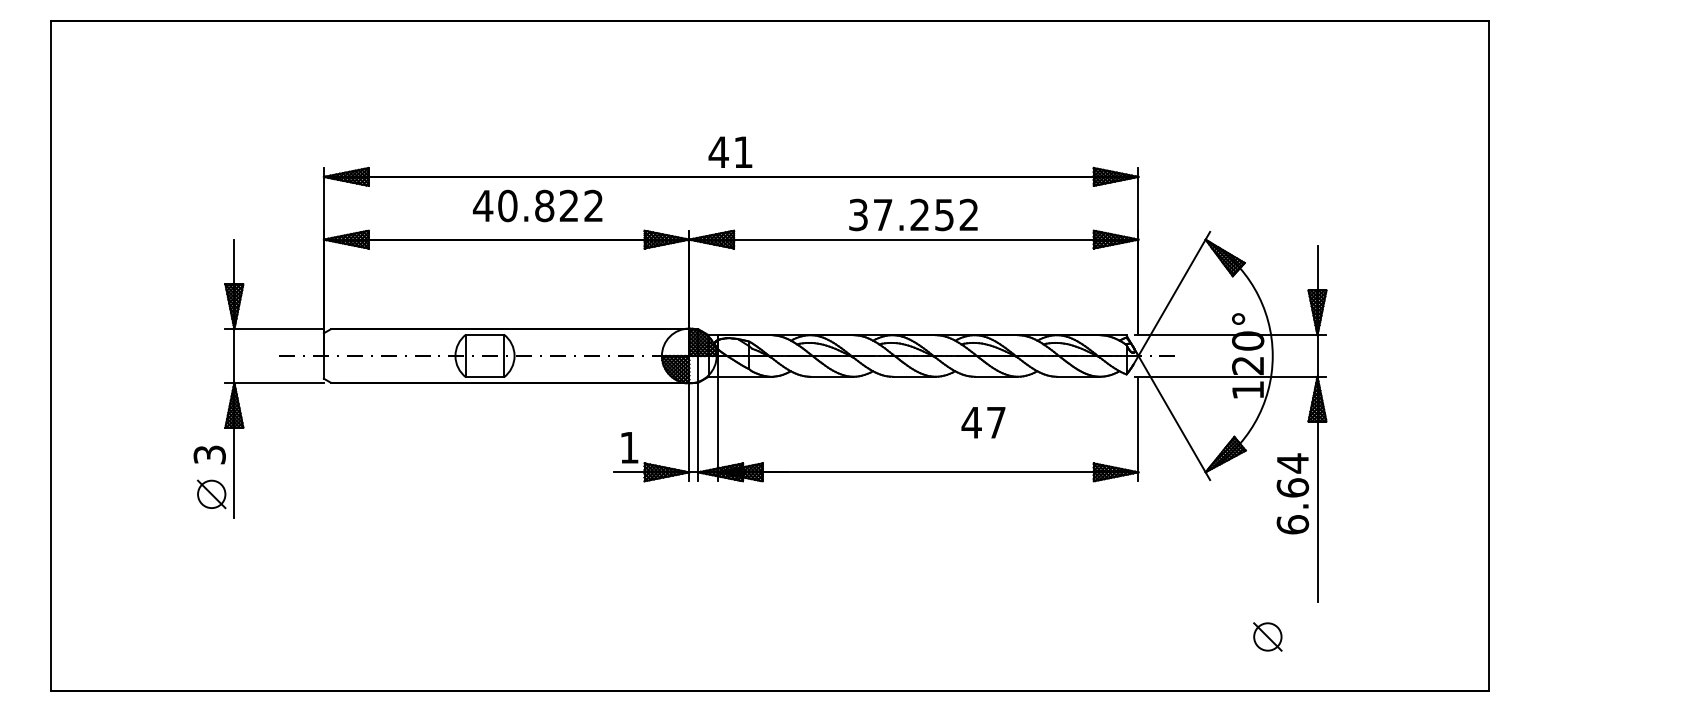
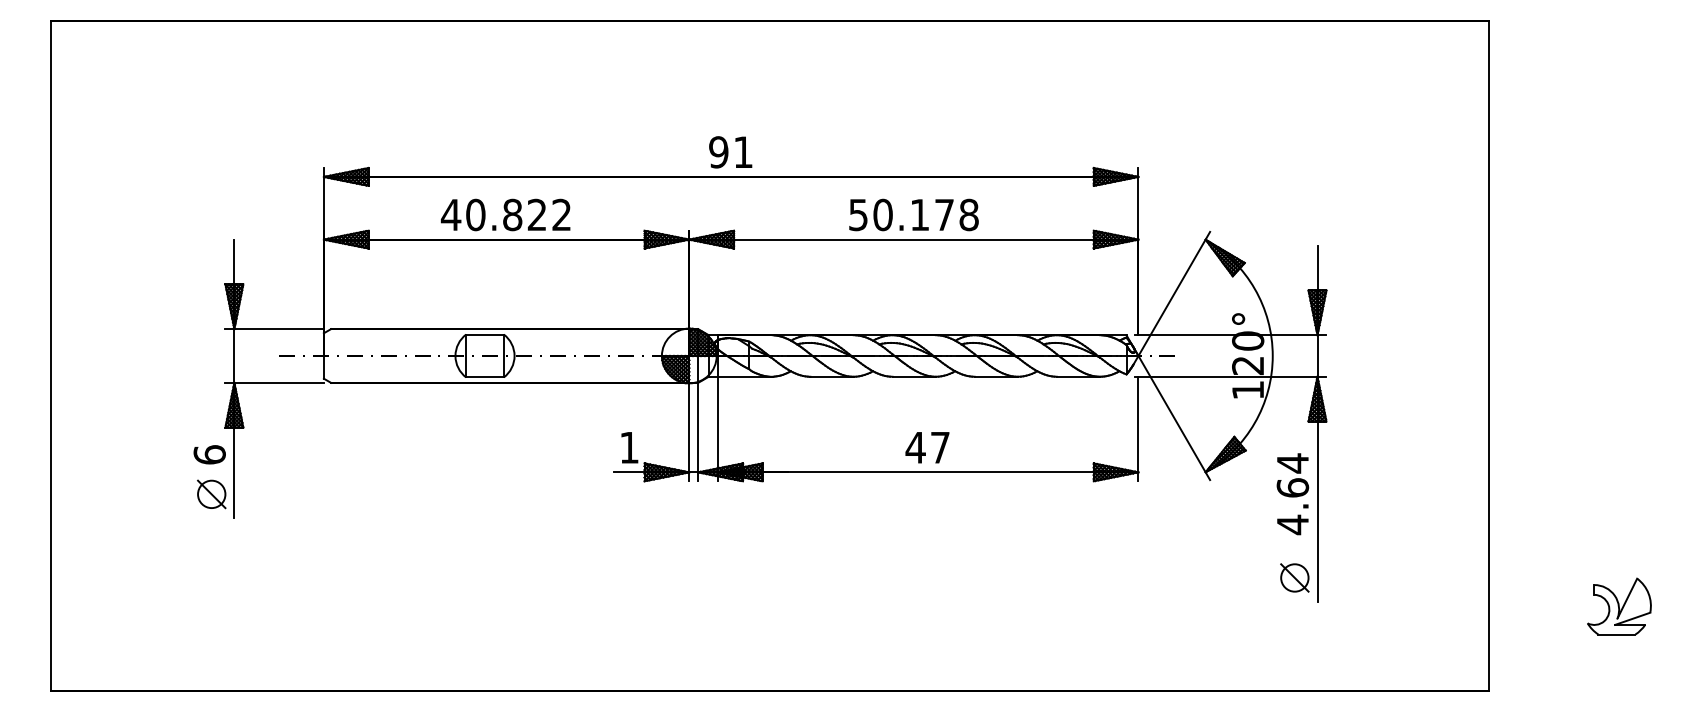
text at (718, 152): 41 -> 91
text at (537, 205) position: (537, 205) -> (505, 214)
text at (914, 214): 37.252 -> 50.178
text at (983, 422) position: (983, 422) -> (927, 447)
text at (209, 454): 3 -> 6
text at (1292, 524): 6.64 -> 4.64
part at (1619, 606): none -> present
part at (1267, 636) position: (1267, 636) -> (1294, 577)
